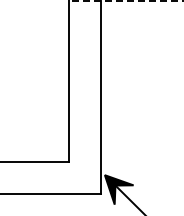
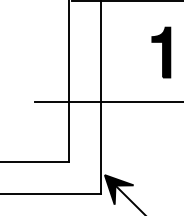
line at (128, 0): dashed -> solid
part at (161, 52): none -> present
line at (107, 102): none -> present
